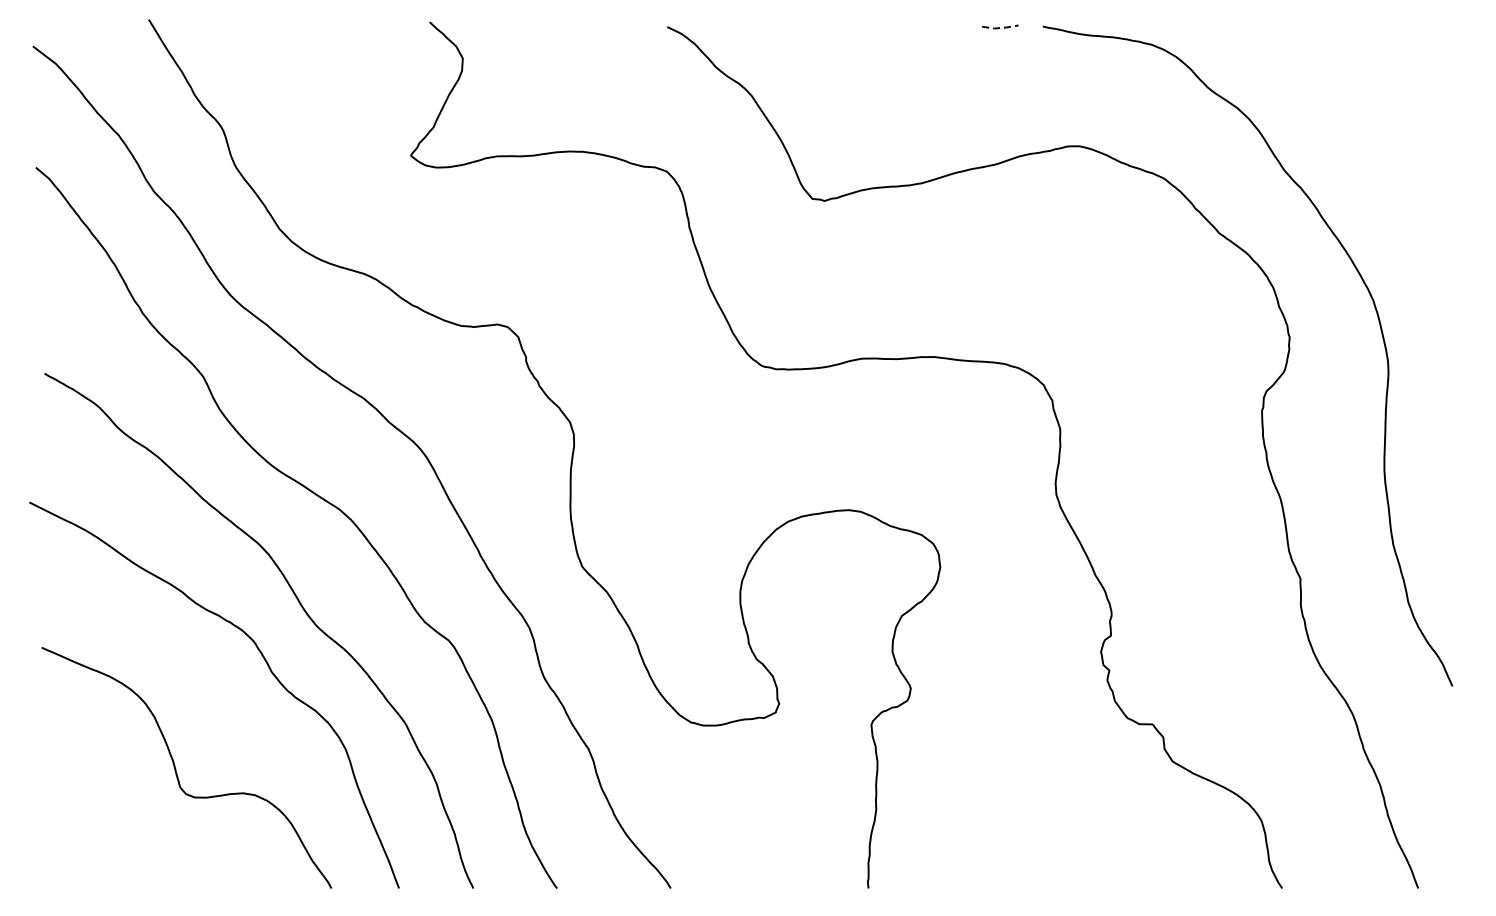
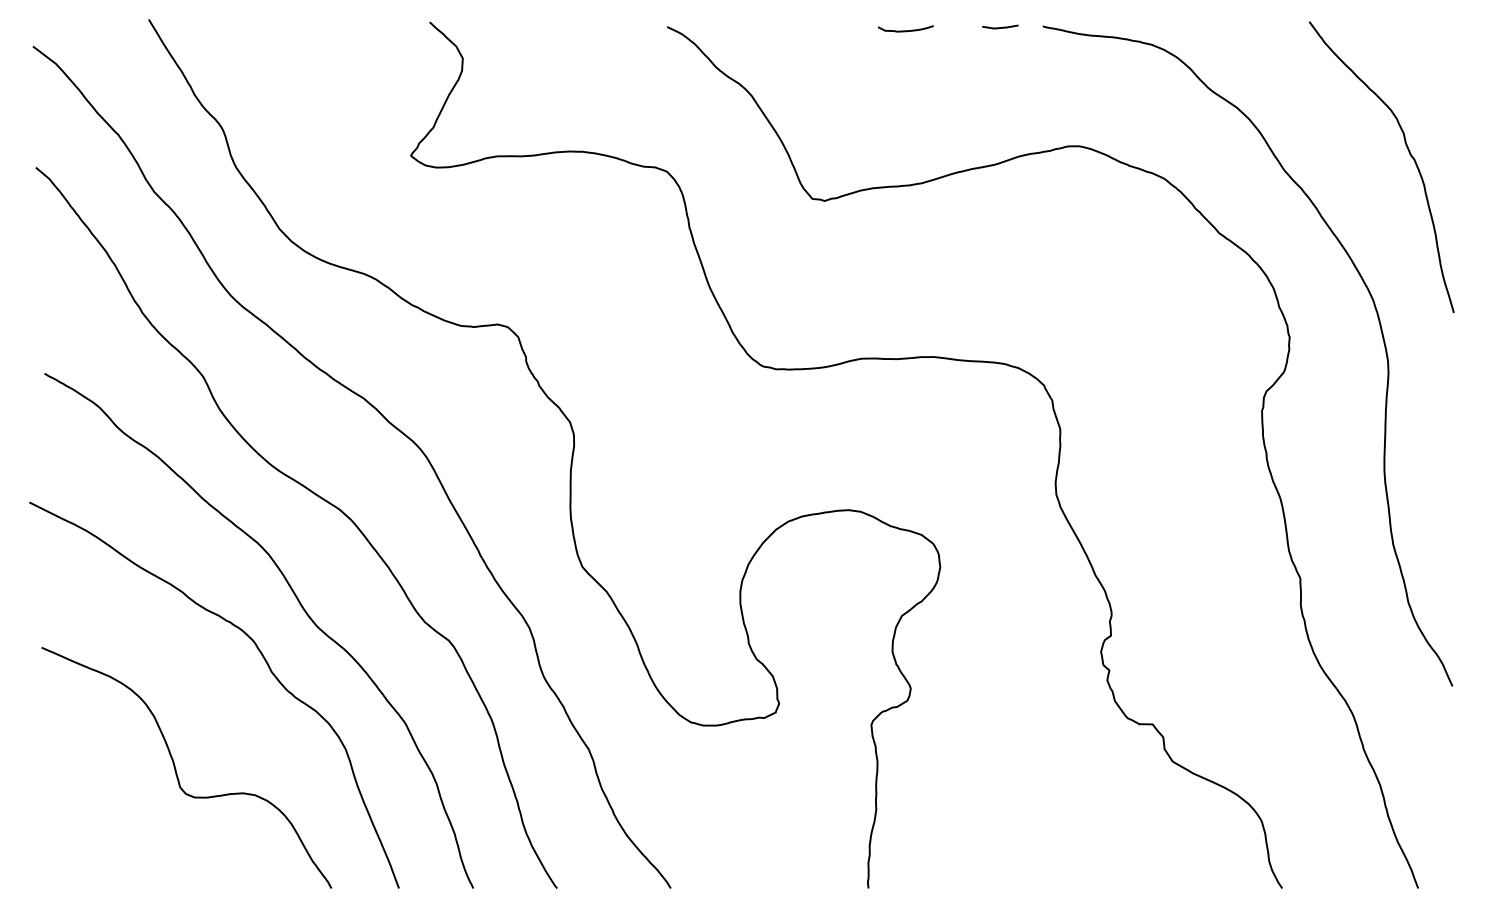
line at (1000, 28): dashed -> solid
curve at (905, 30): none -> present
curve at (1408, 152): none -> present
